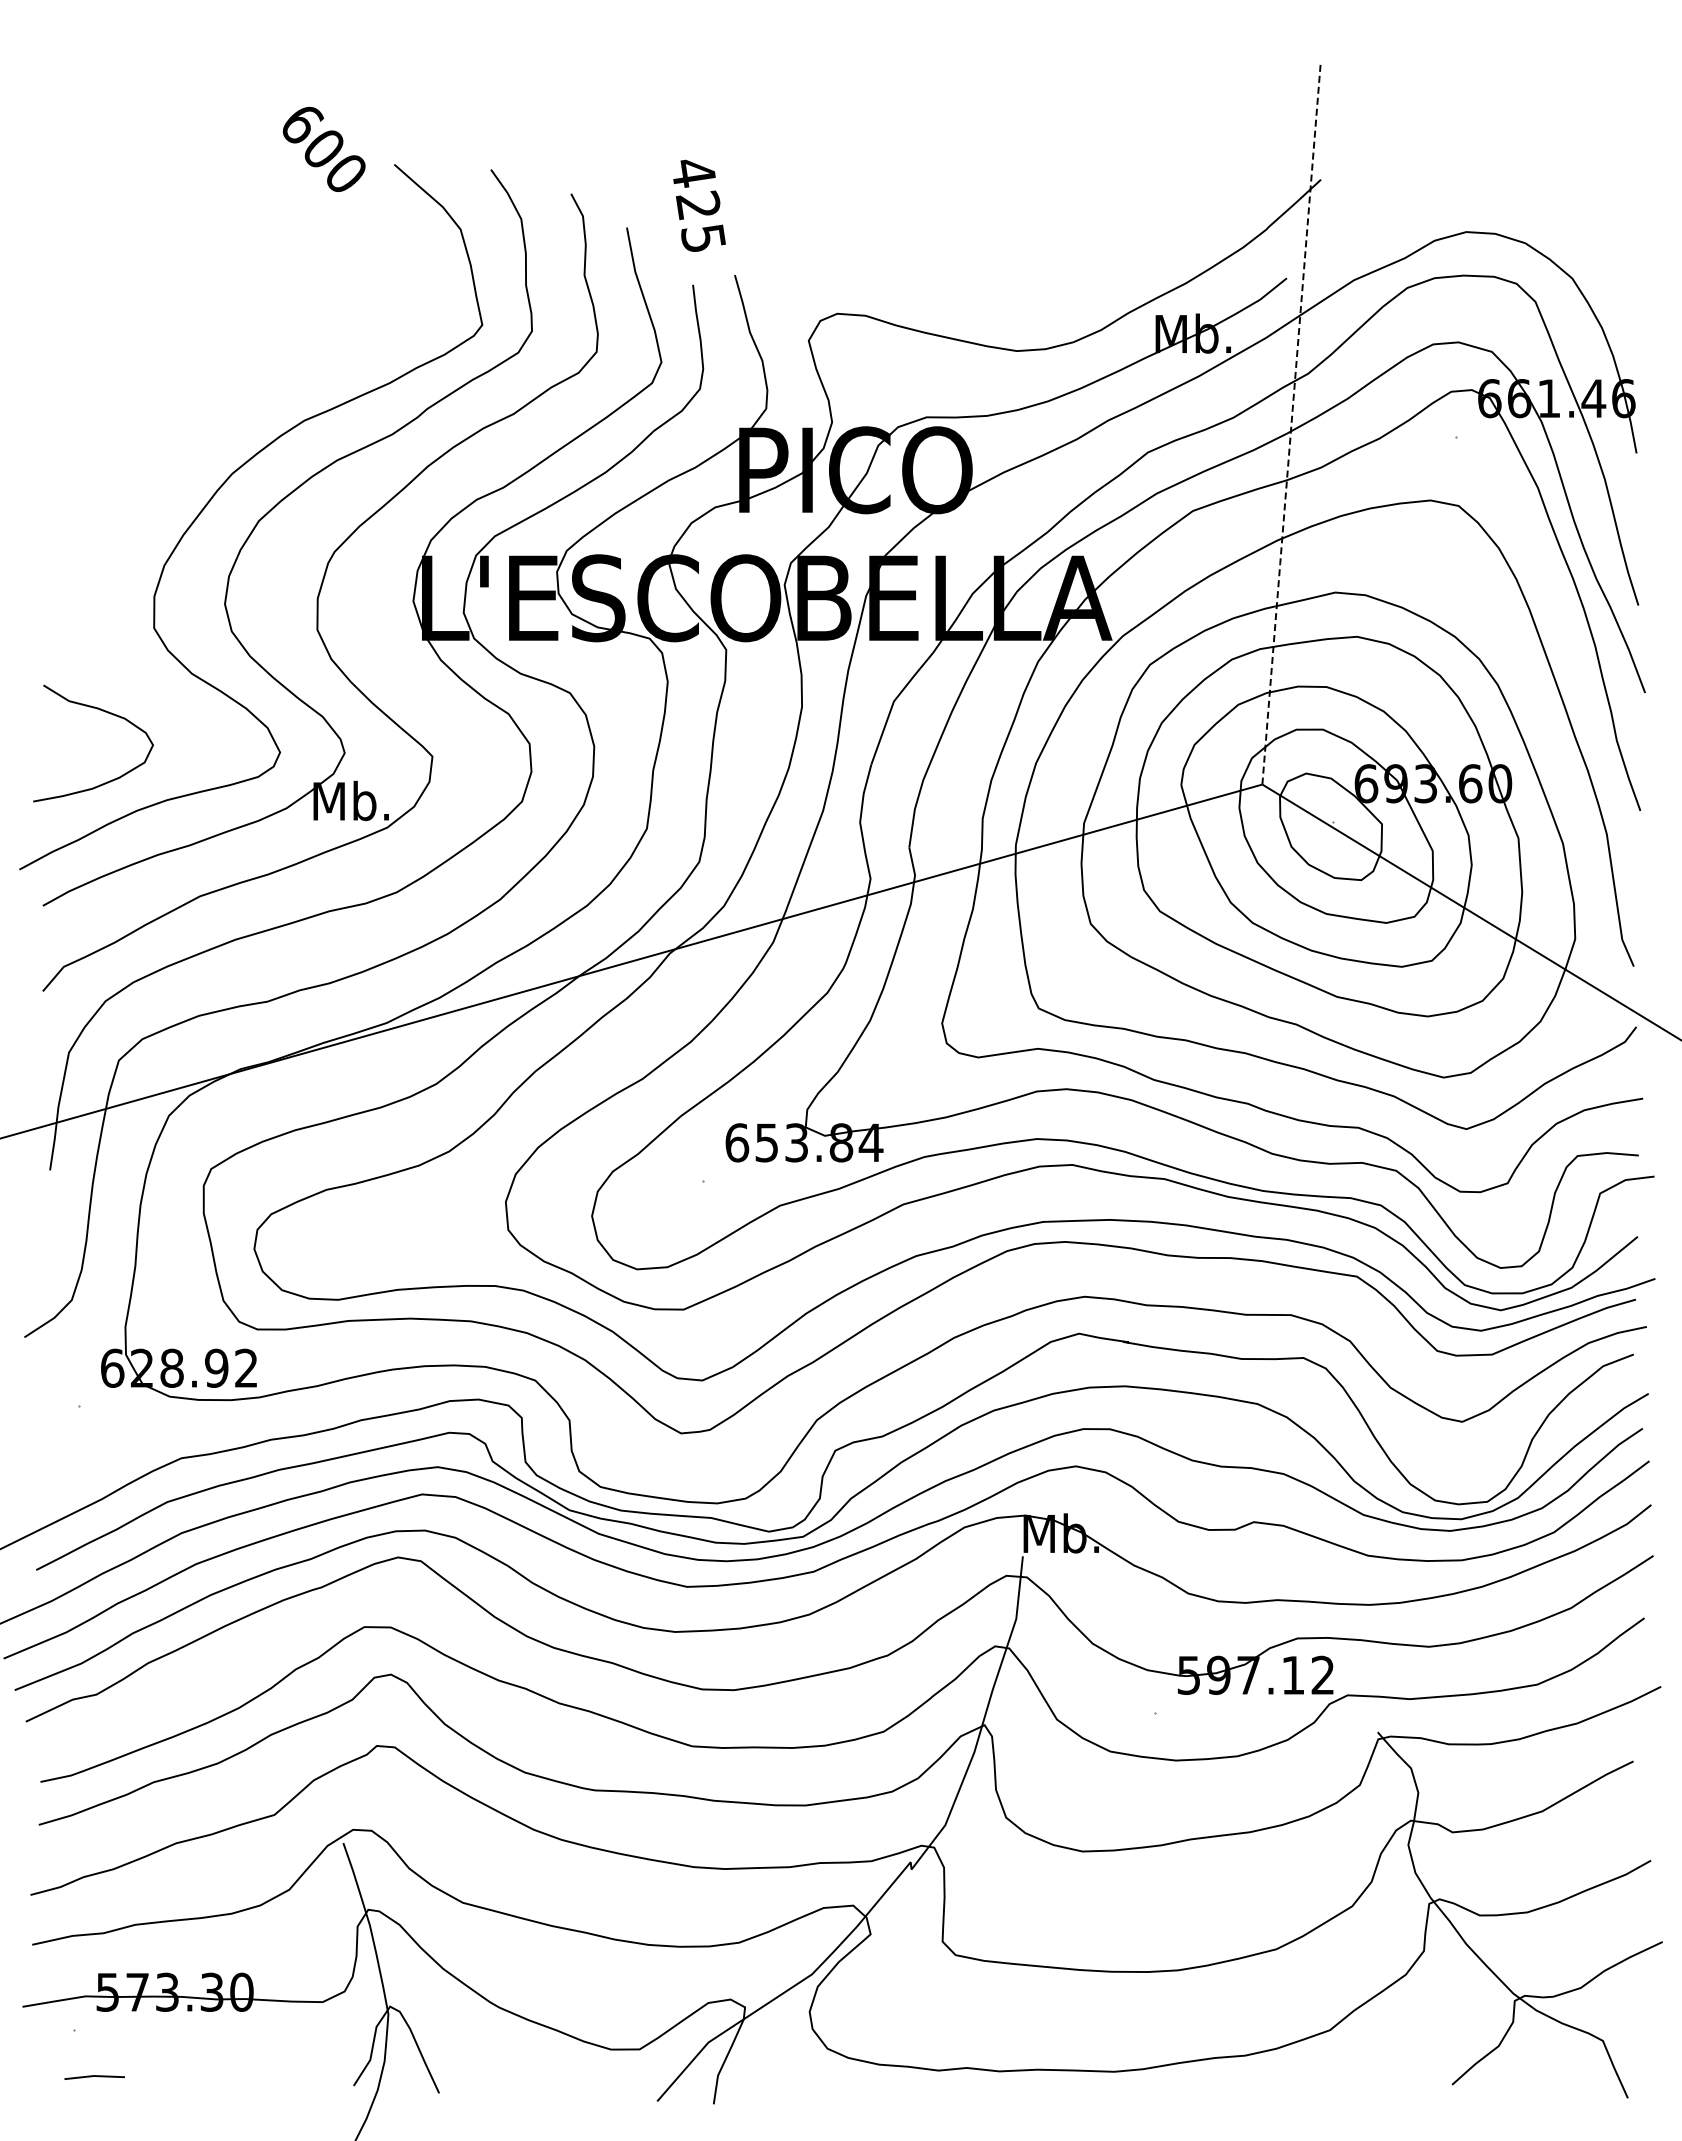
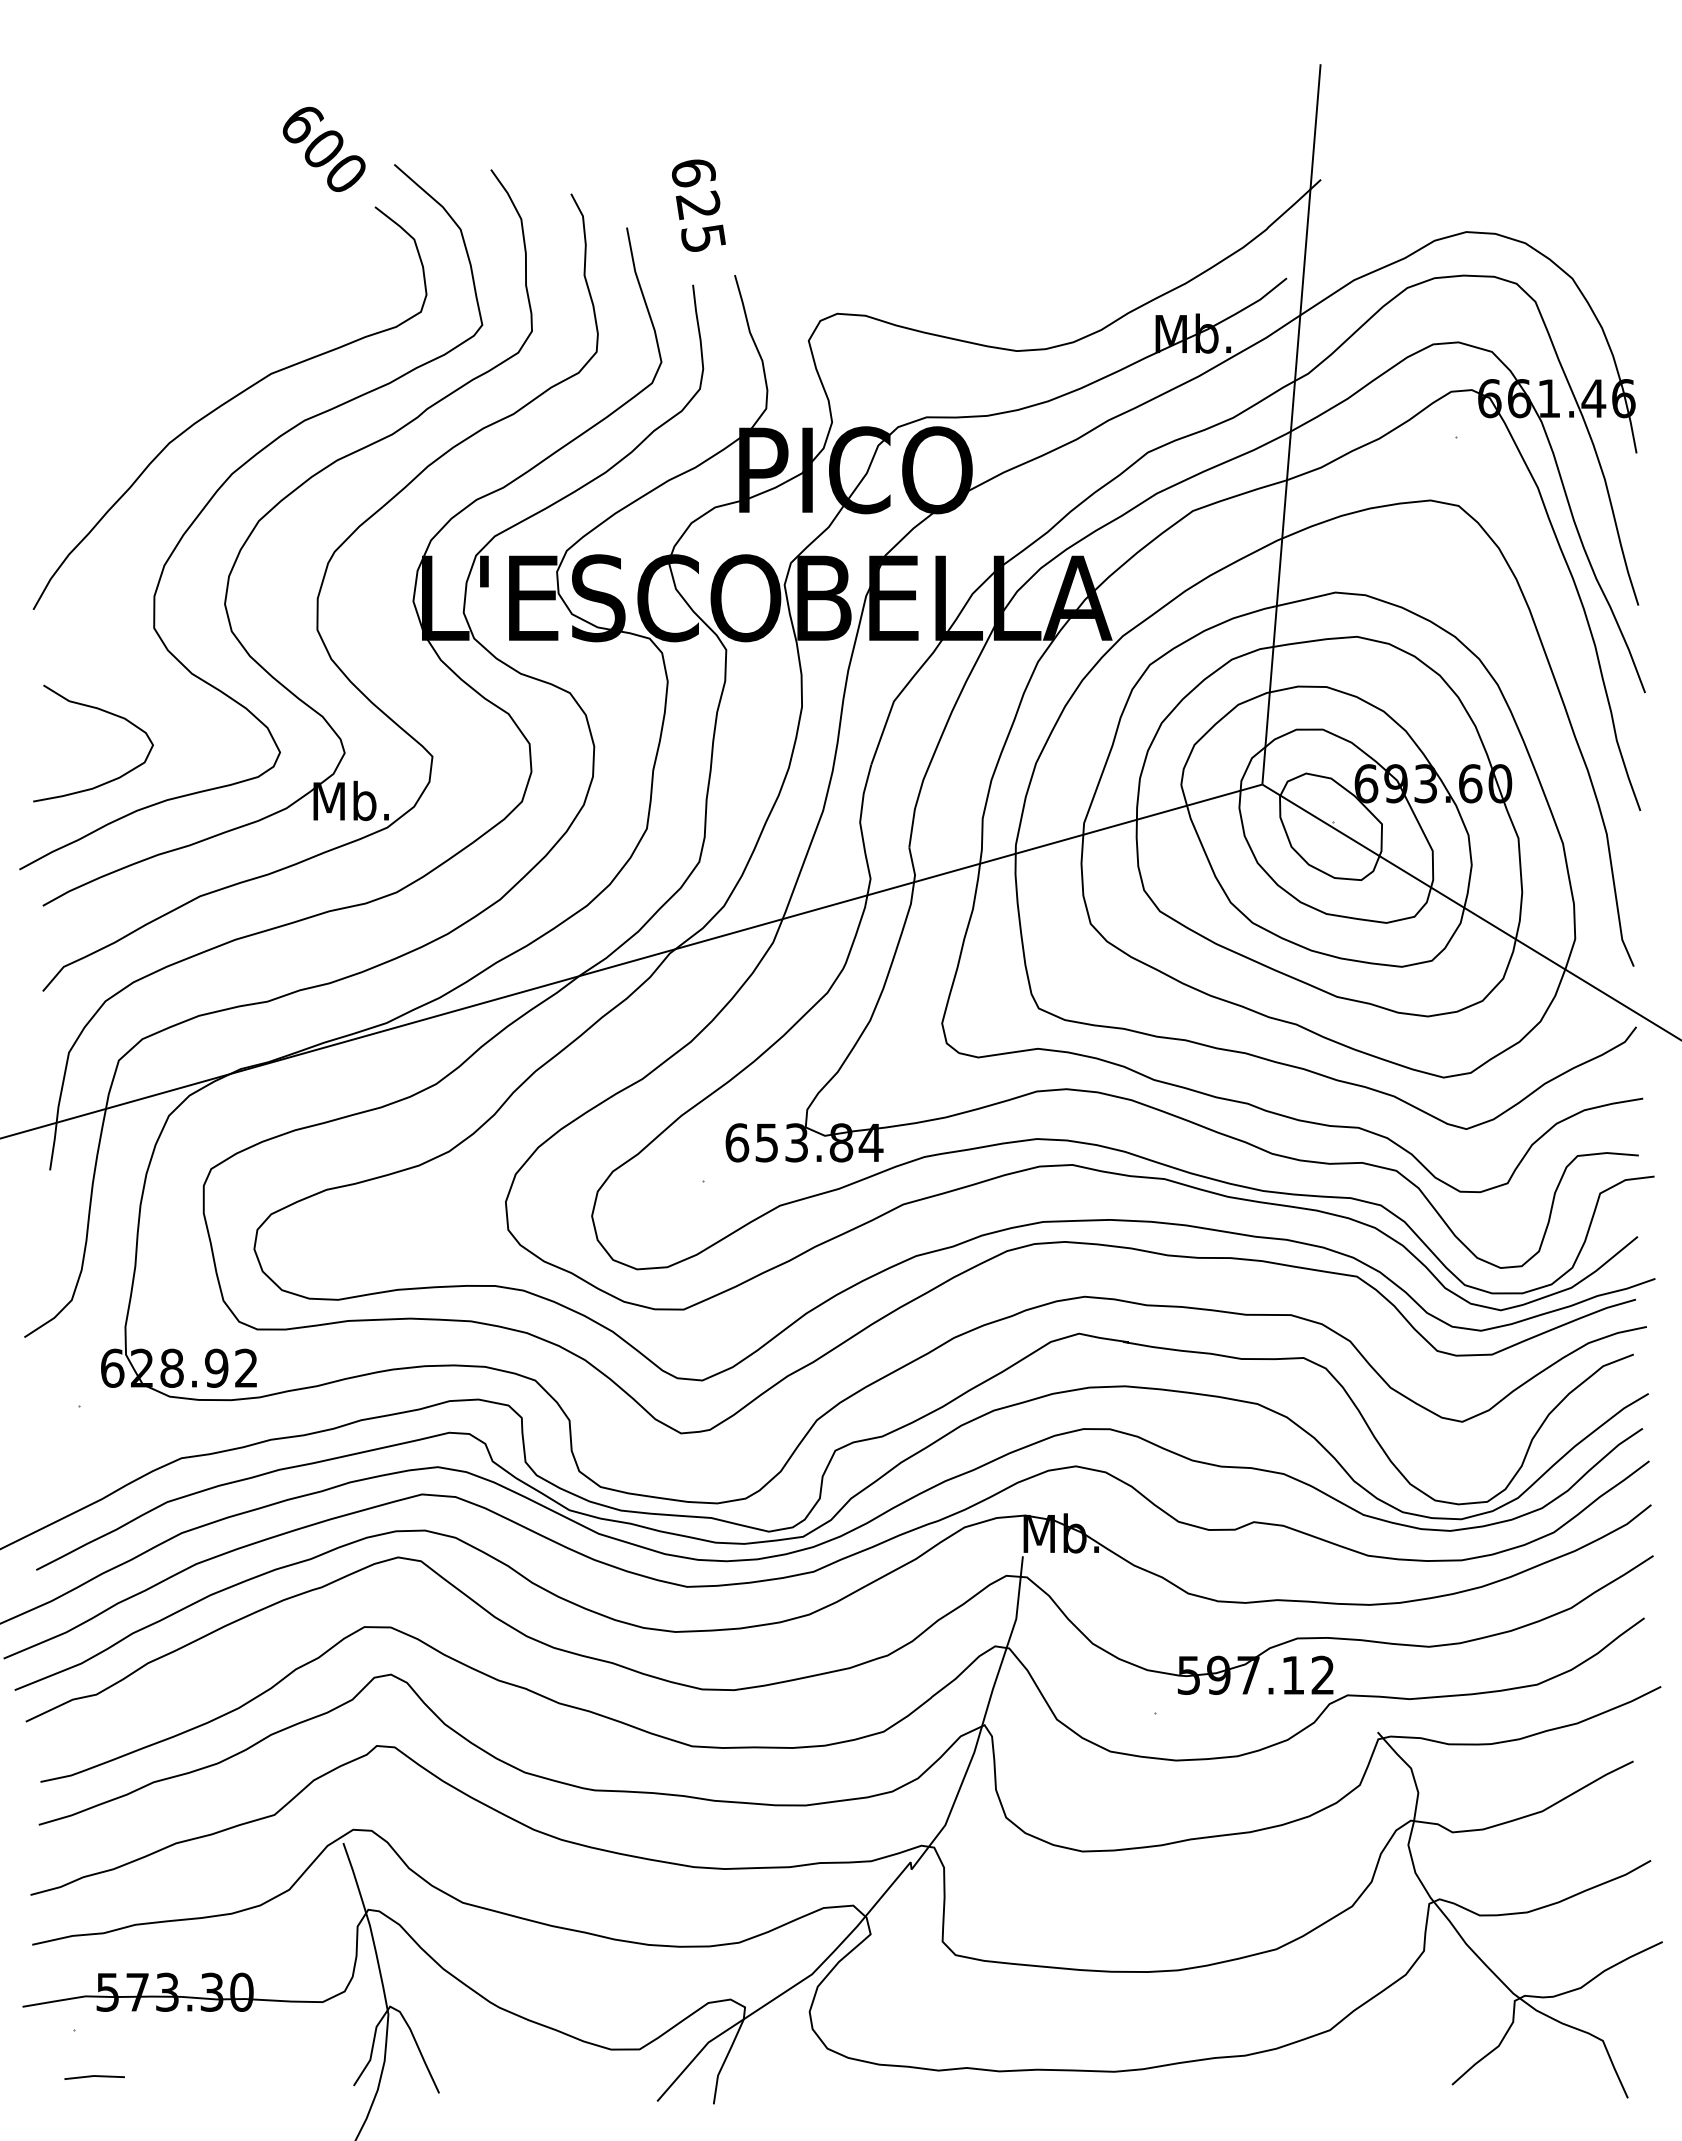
text at (693, 173): 425 -> 625
curve at (226, 403): none -> present
line at (1291, 425): dashed -> solid
